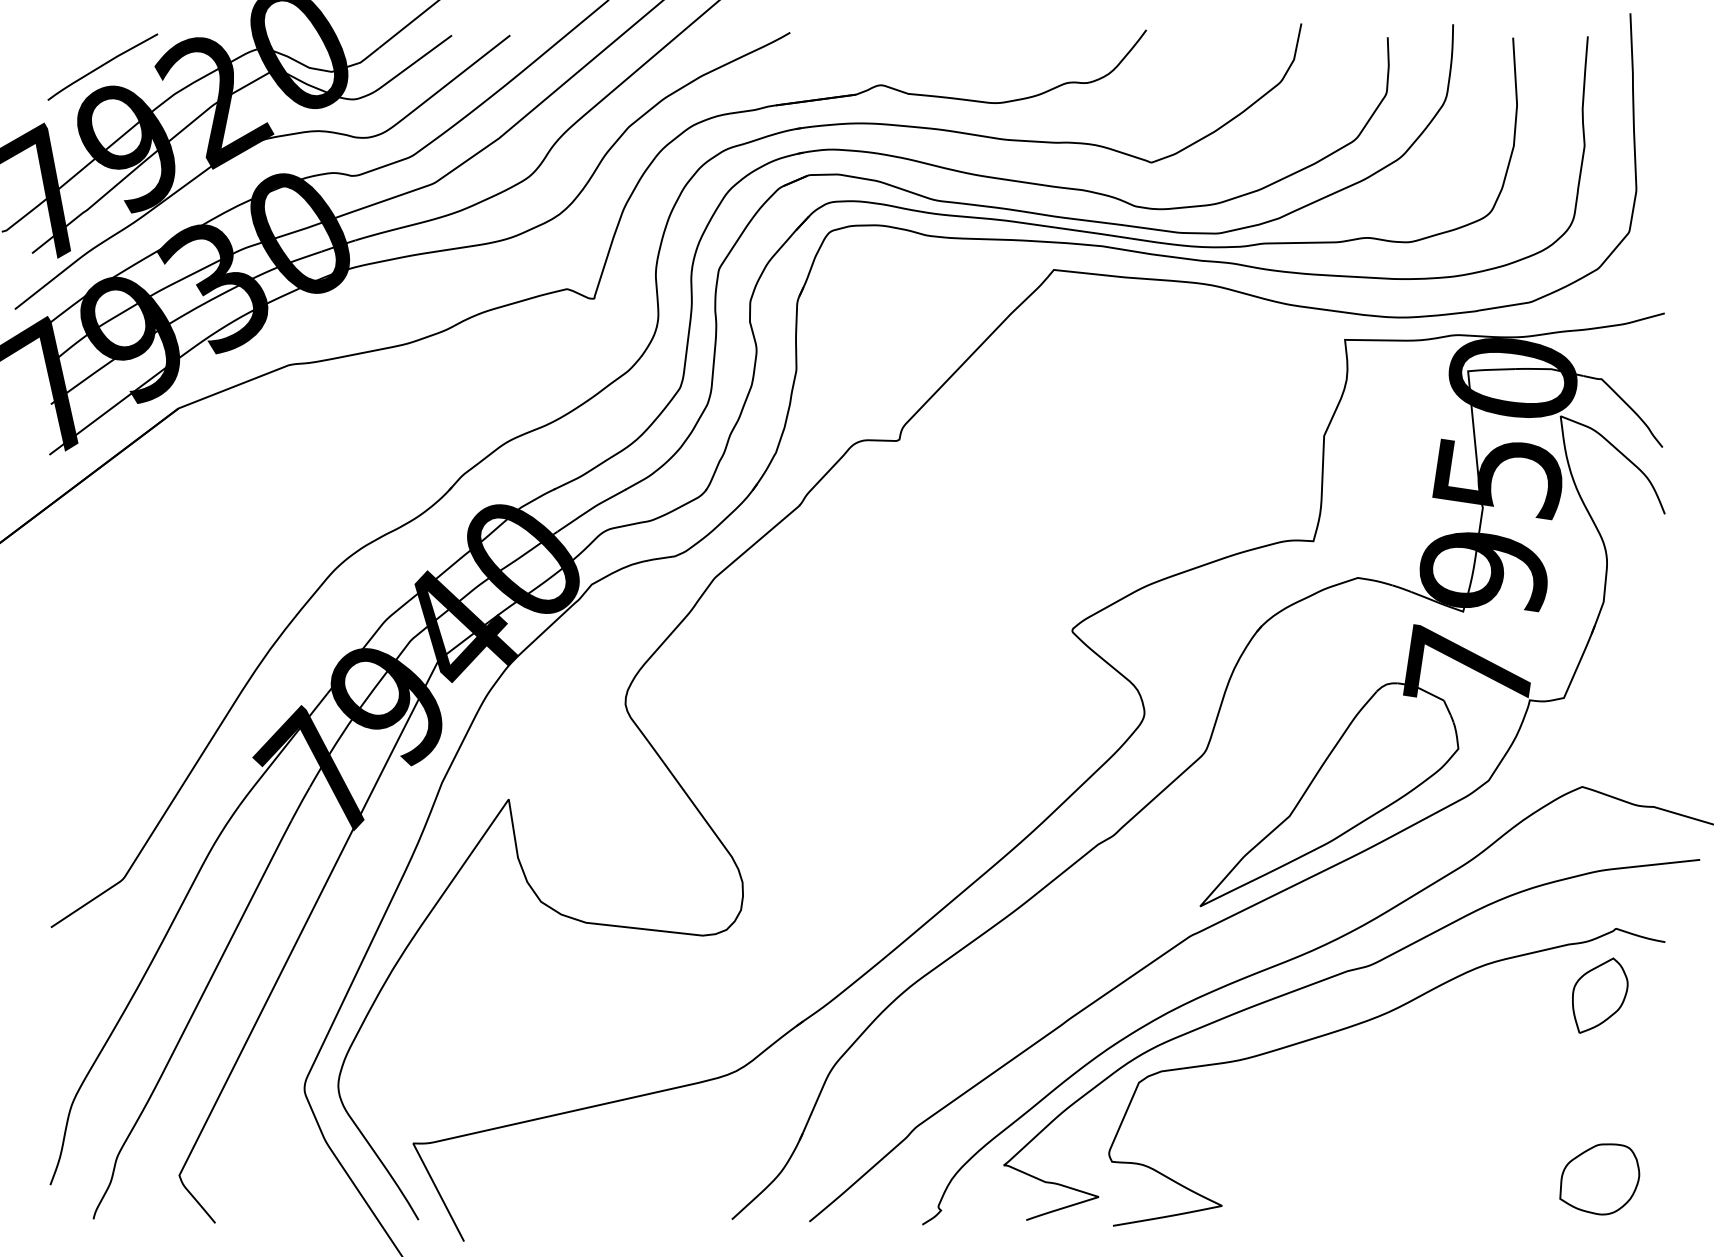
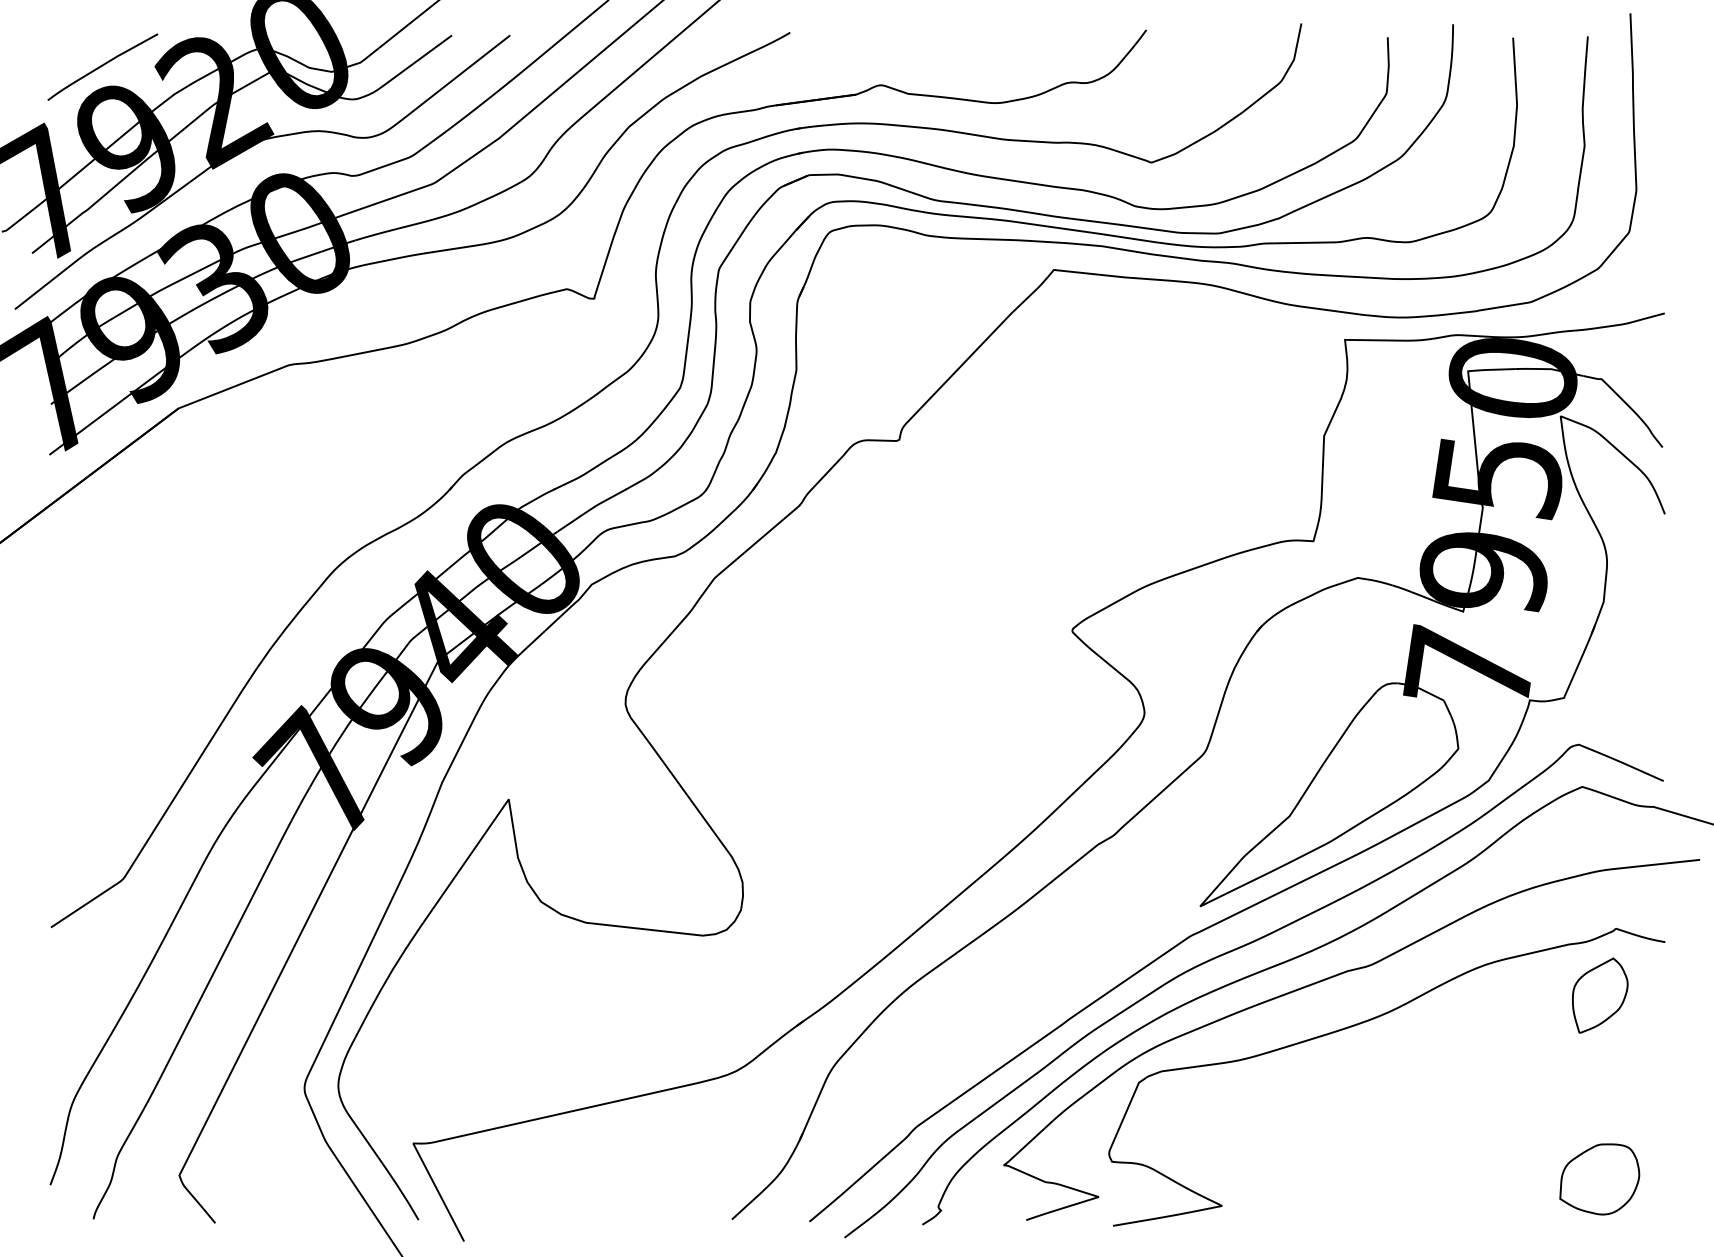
curve at (1238, 949): none -> present
